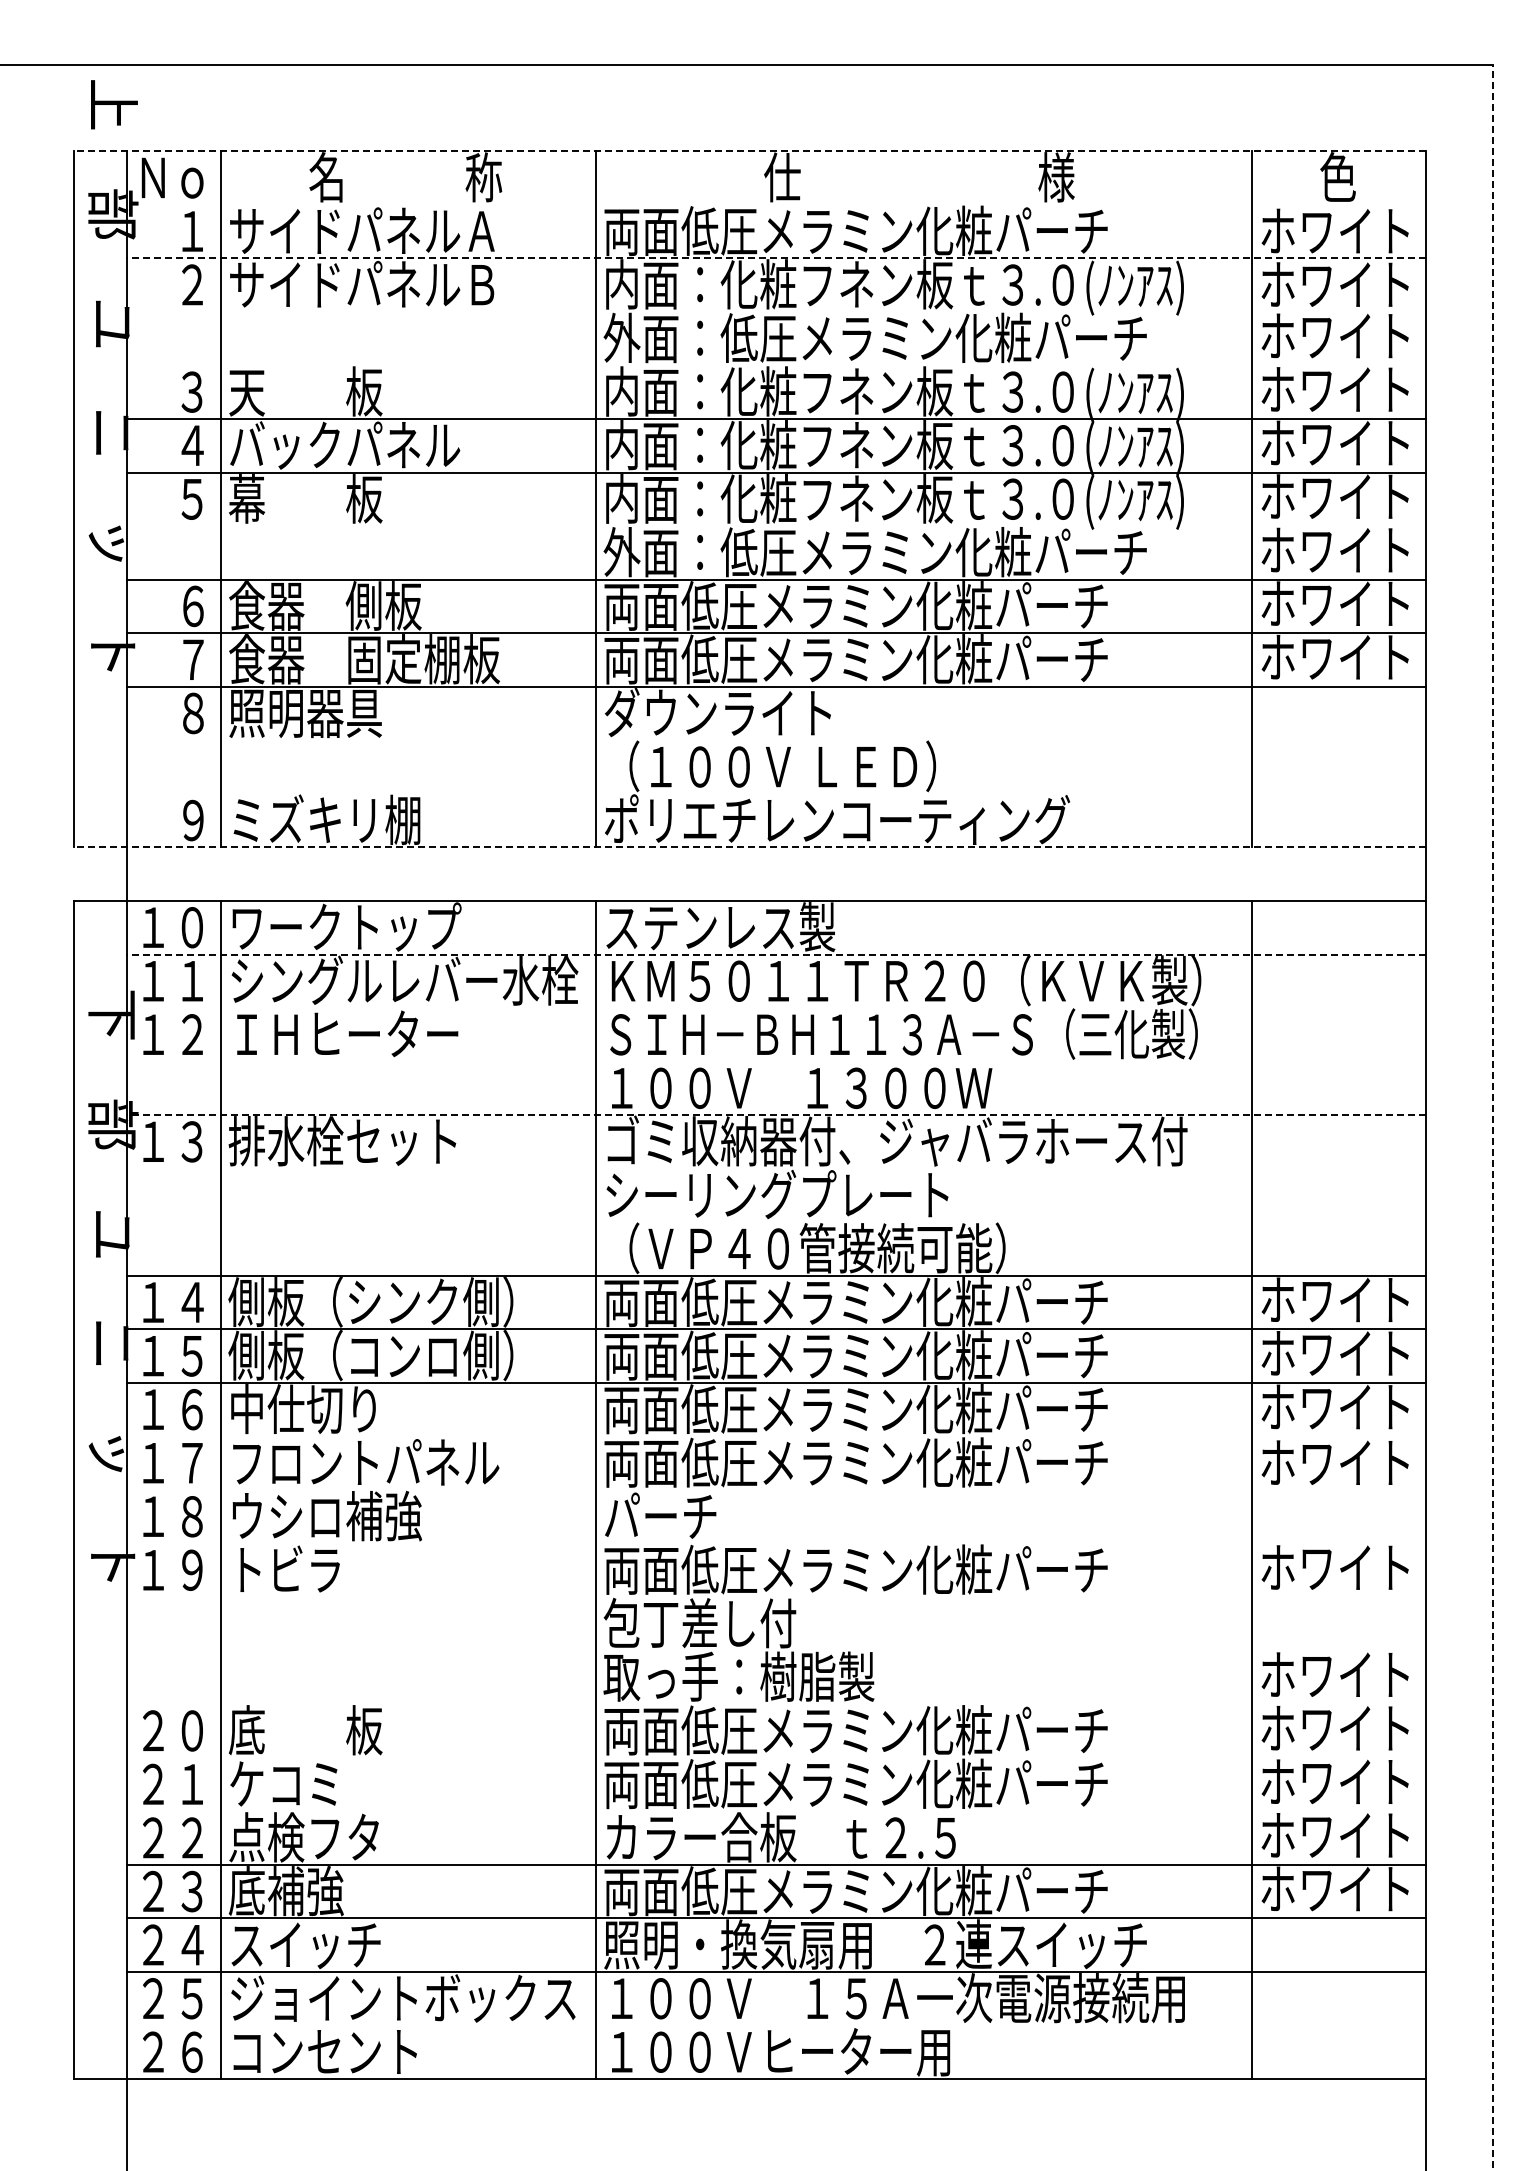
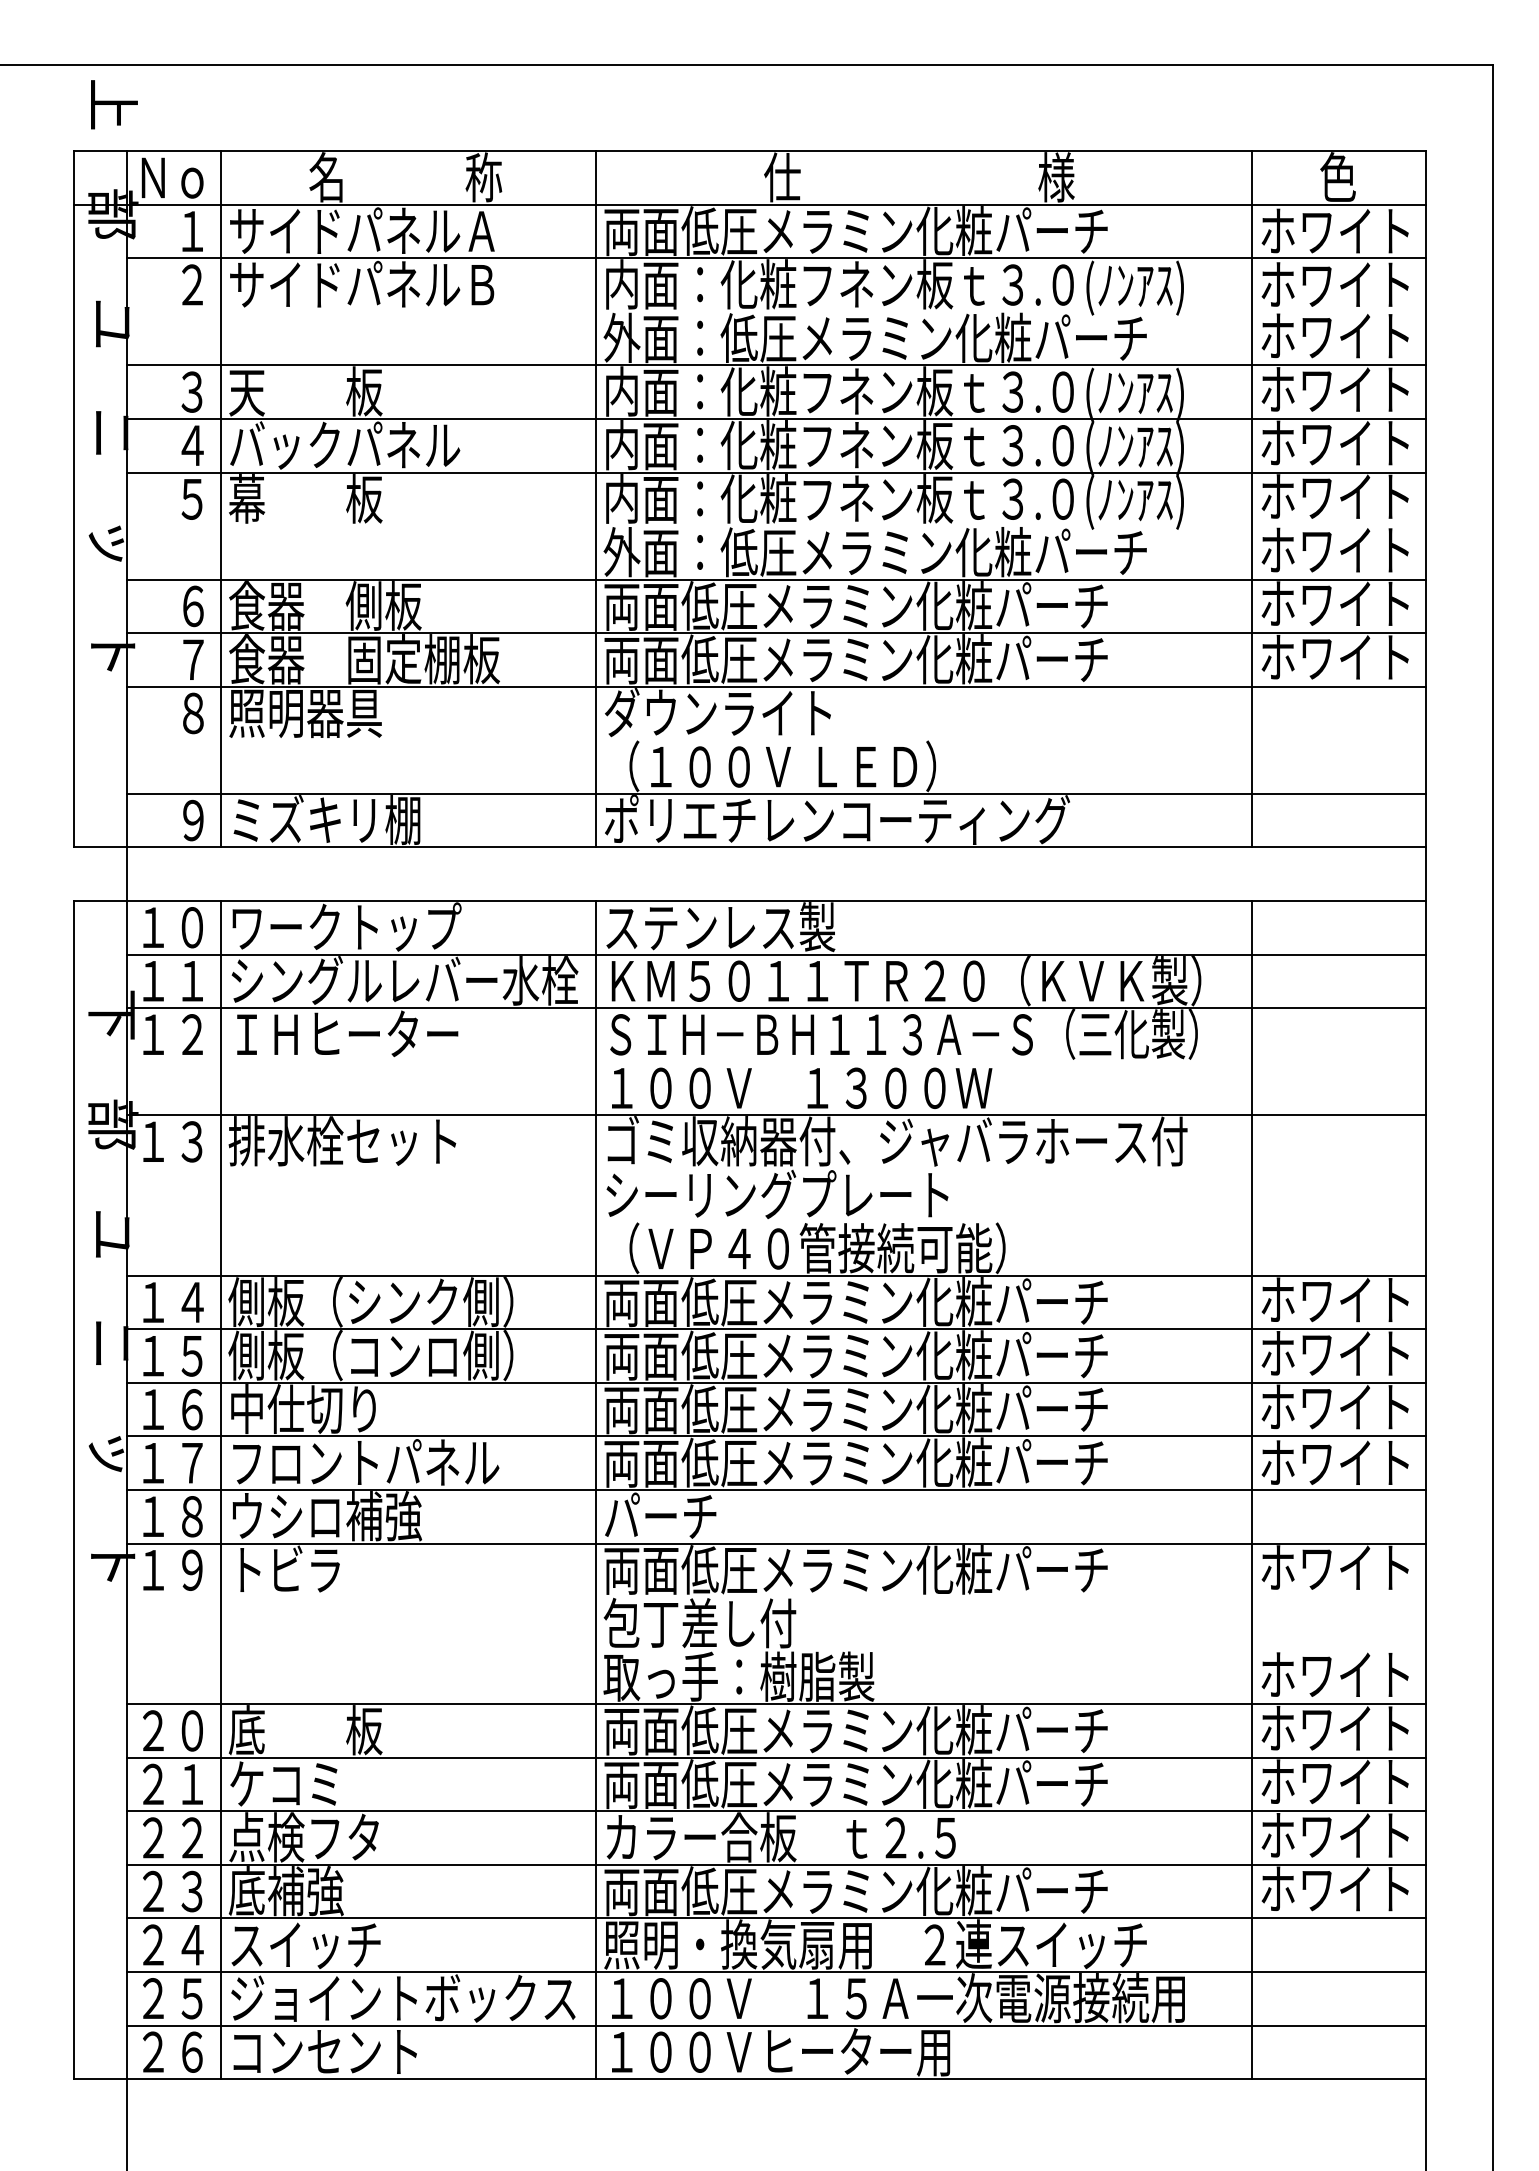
line at (749, 151): dashed -> solid
line at (749, 204): none -> present
line at (775, 258): dashed -> solid
line at (776, 365): none -> present
line at (776, 793): none -> present
line at (749, 847): dashed -> solid
line at (775, 954): dashed -> solid
line at (776, 1008): none -> present
line at (775, 1115): dashed -> solid
line at (1492, 1117): dashed -> solid
line at (776, 1436): none -> present
line at (776, 1490): none -> present
line at (776, 1543): none -> present
line at (776, 1704): none -> present
line at (776, 1757): none -> present
line at (776, 1811): none -> present
line at (776, 2025): none -> present
